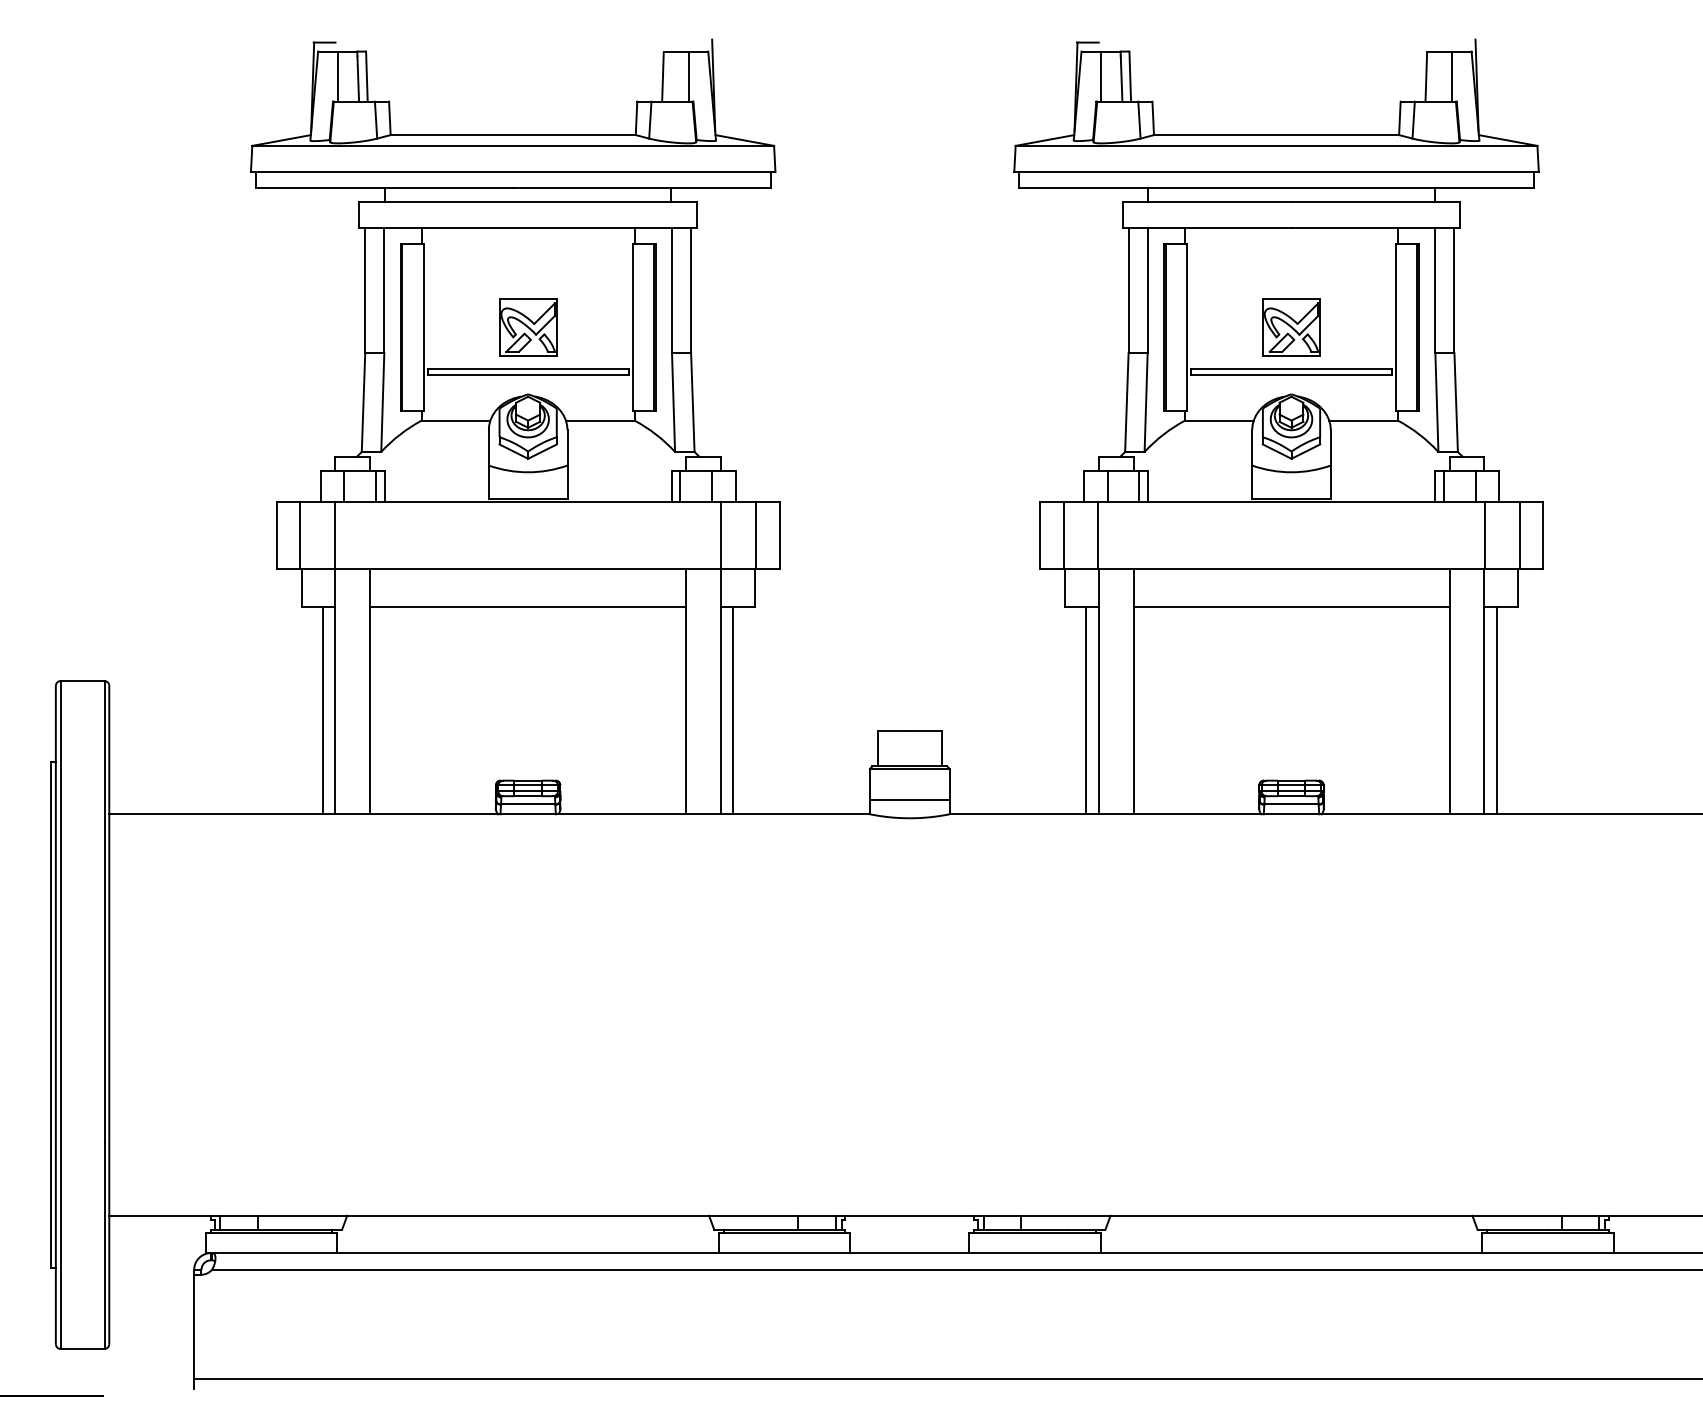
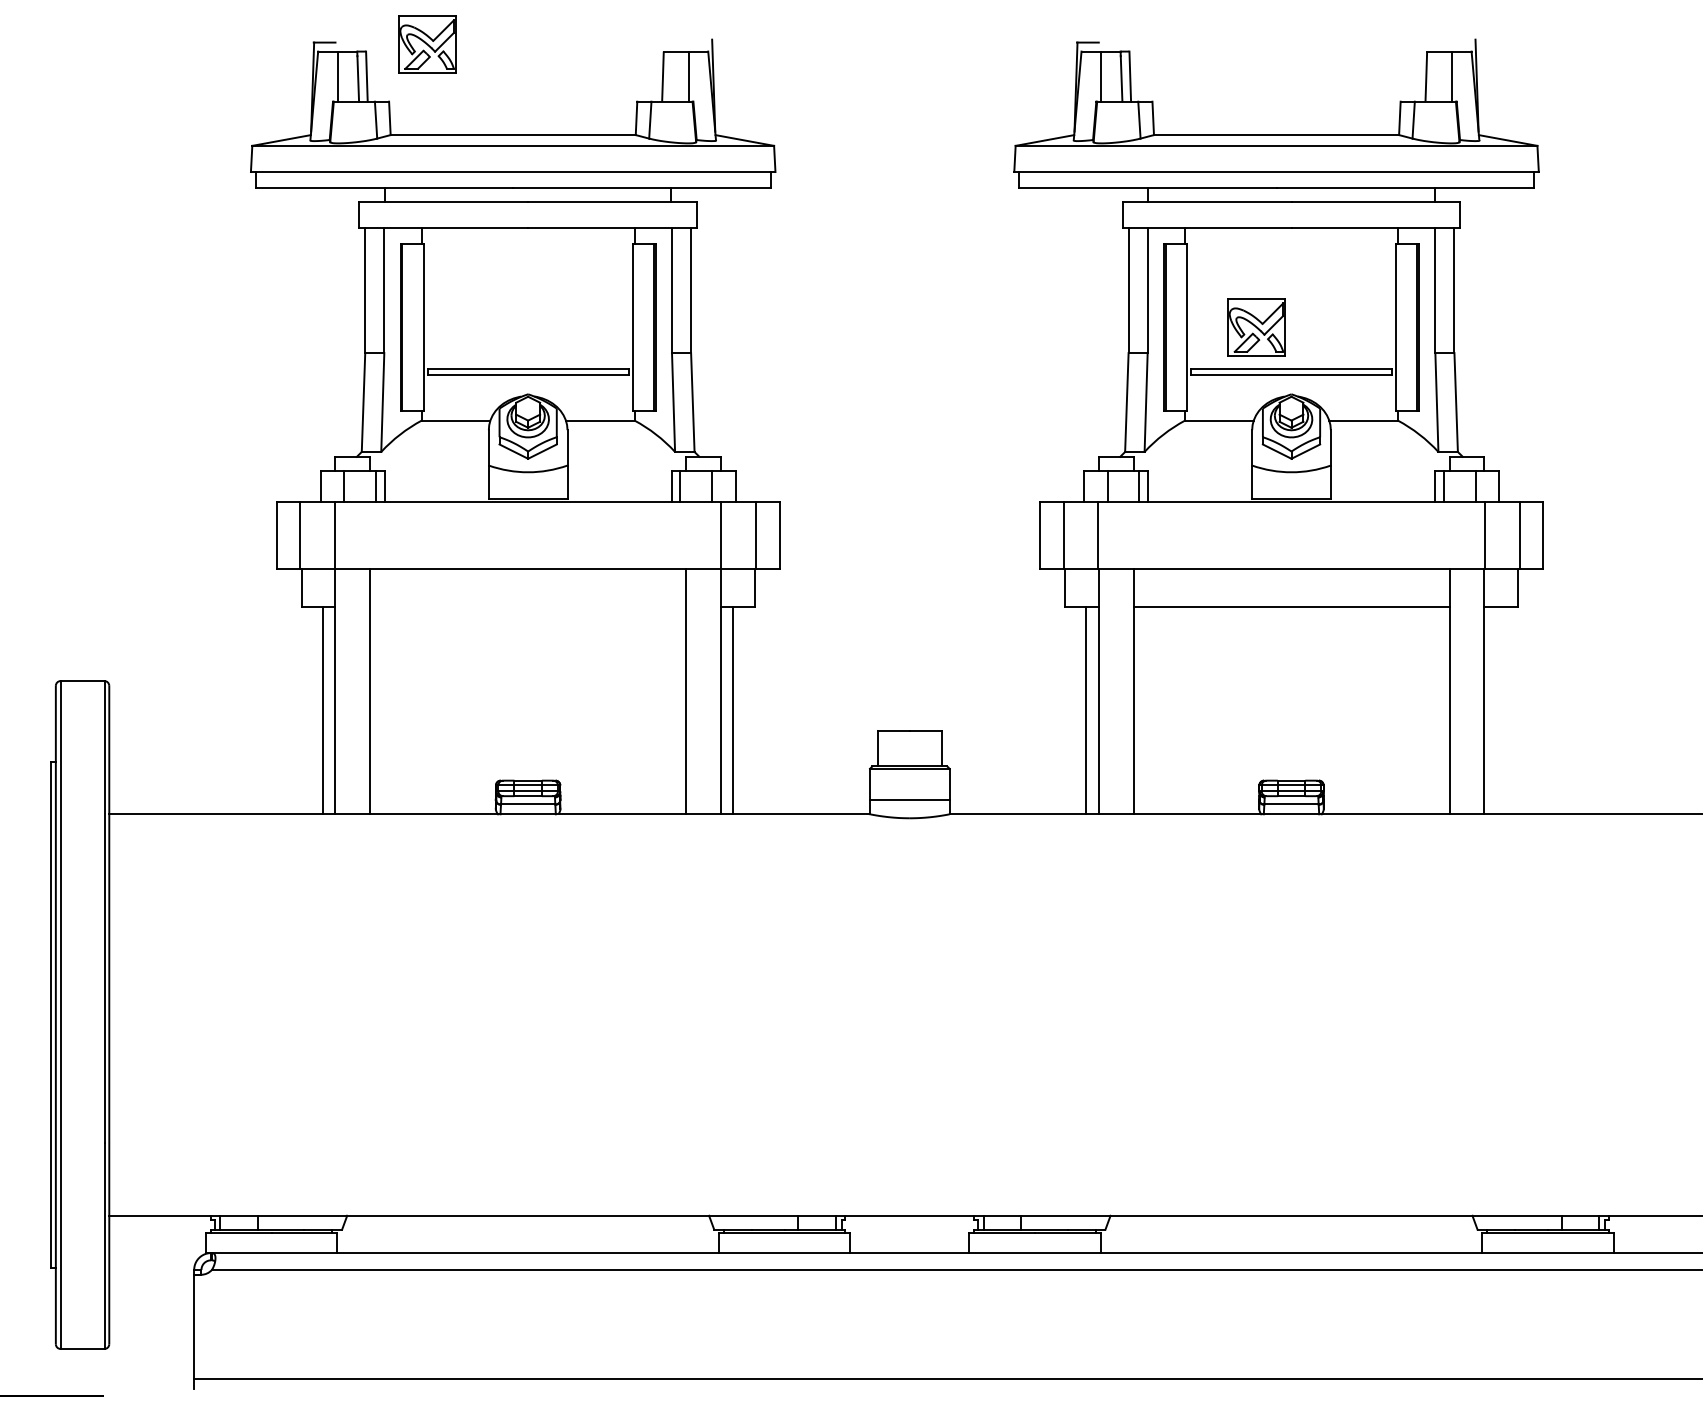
part at (528, 327) position: (528, 327) -> (427, 44)
part at (1291, 327) position: (1291, 327) -> (1256, 327)
line at (528, 607): present -> none
line at (1496, 710): present -> none
